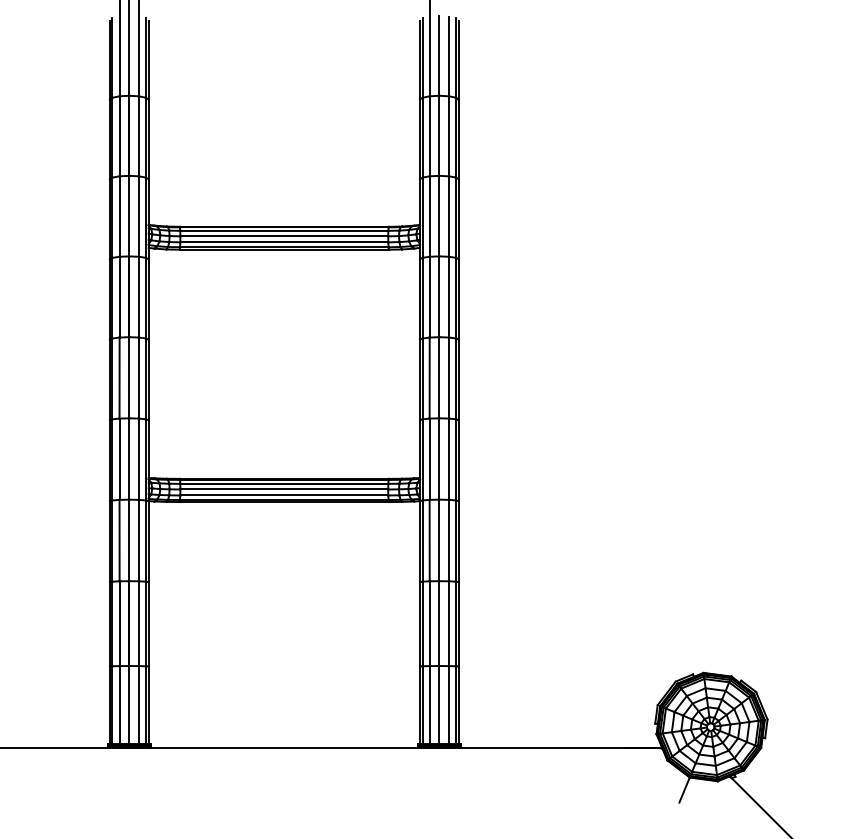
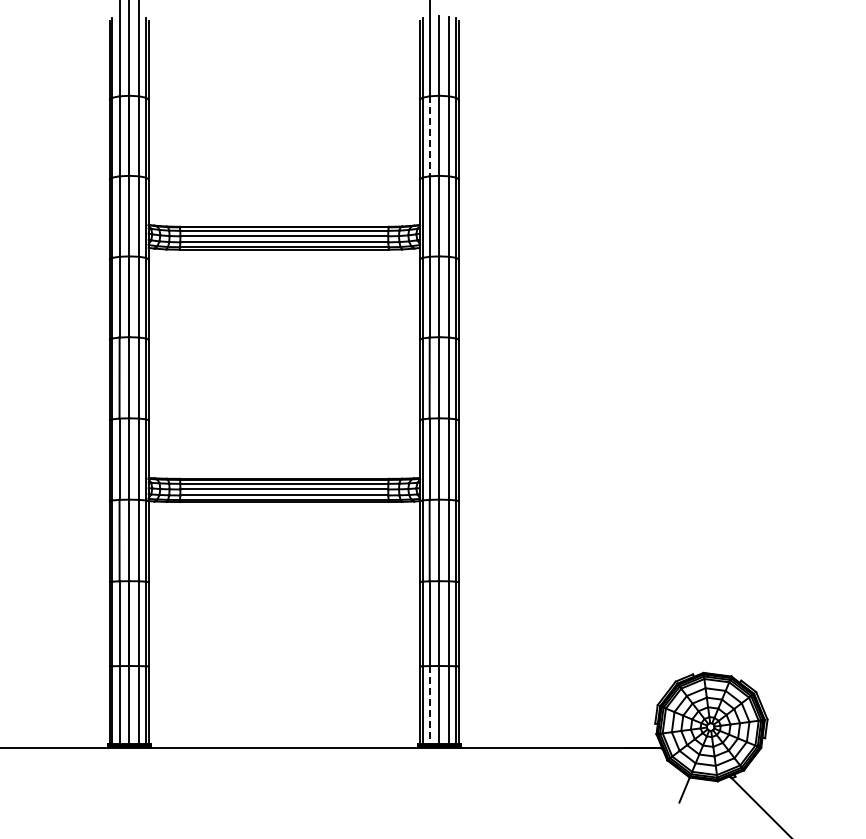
line at (429, 136): solid -> dashed
line at (429, 705): solid -> dashed
